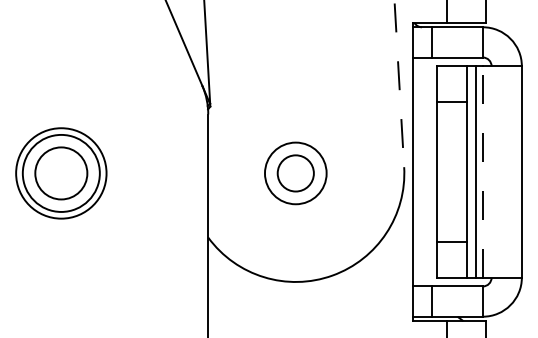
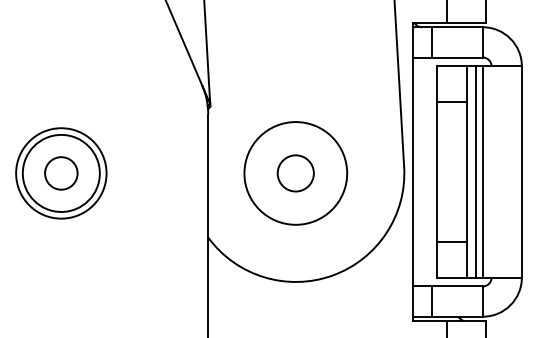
line at (399, 84): dashed -> solid
line at (482, 171): dashed -> solid
circle at (61, 173) diameter: 52 px -> 33 px
circle at (295, 173) diameter: 62 px -> 103 px
